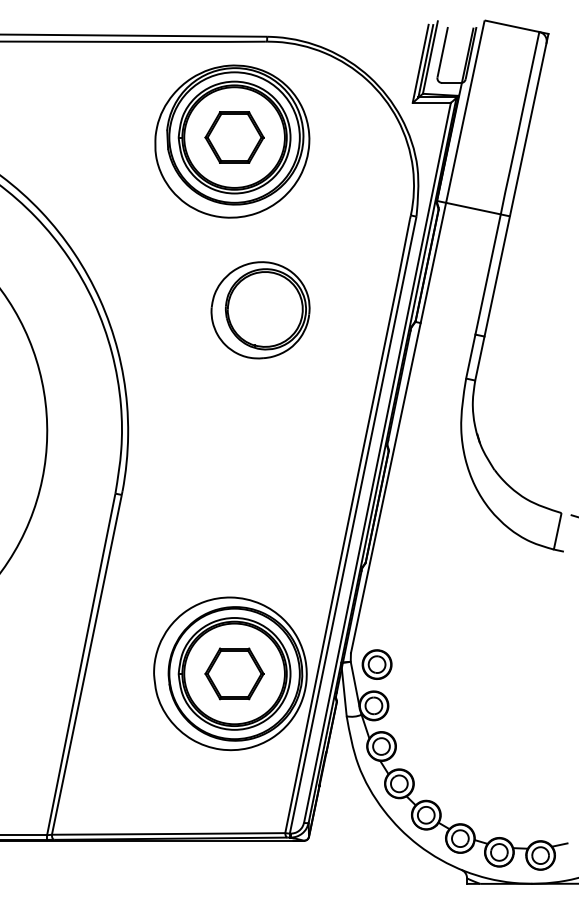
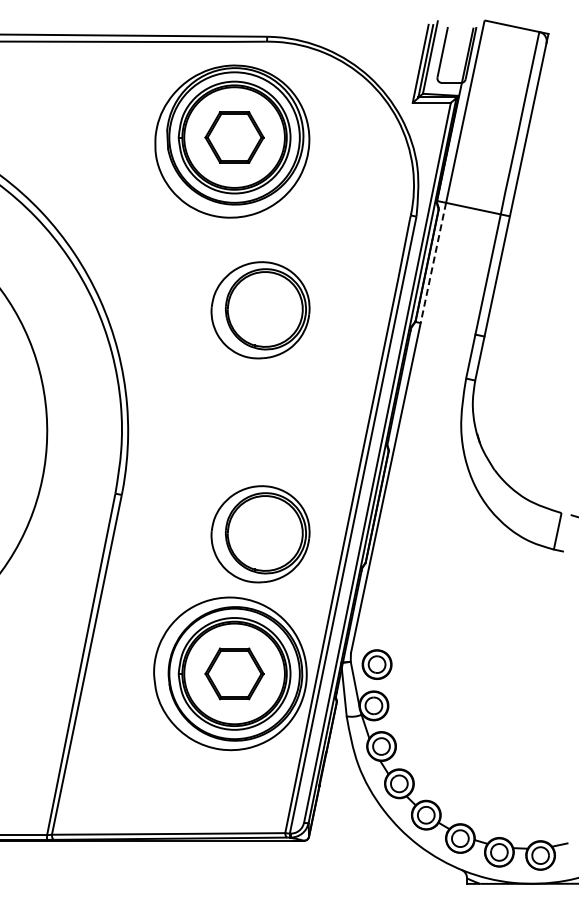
line at (433, 263): solid -> dashed
part at (260, 534): none -> present
